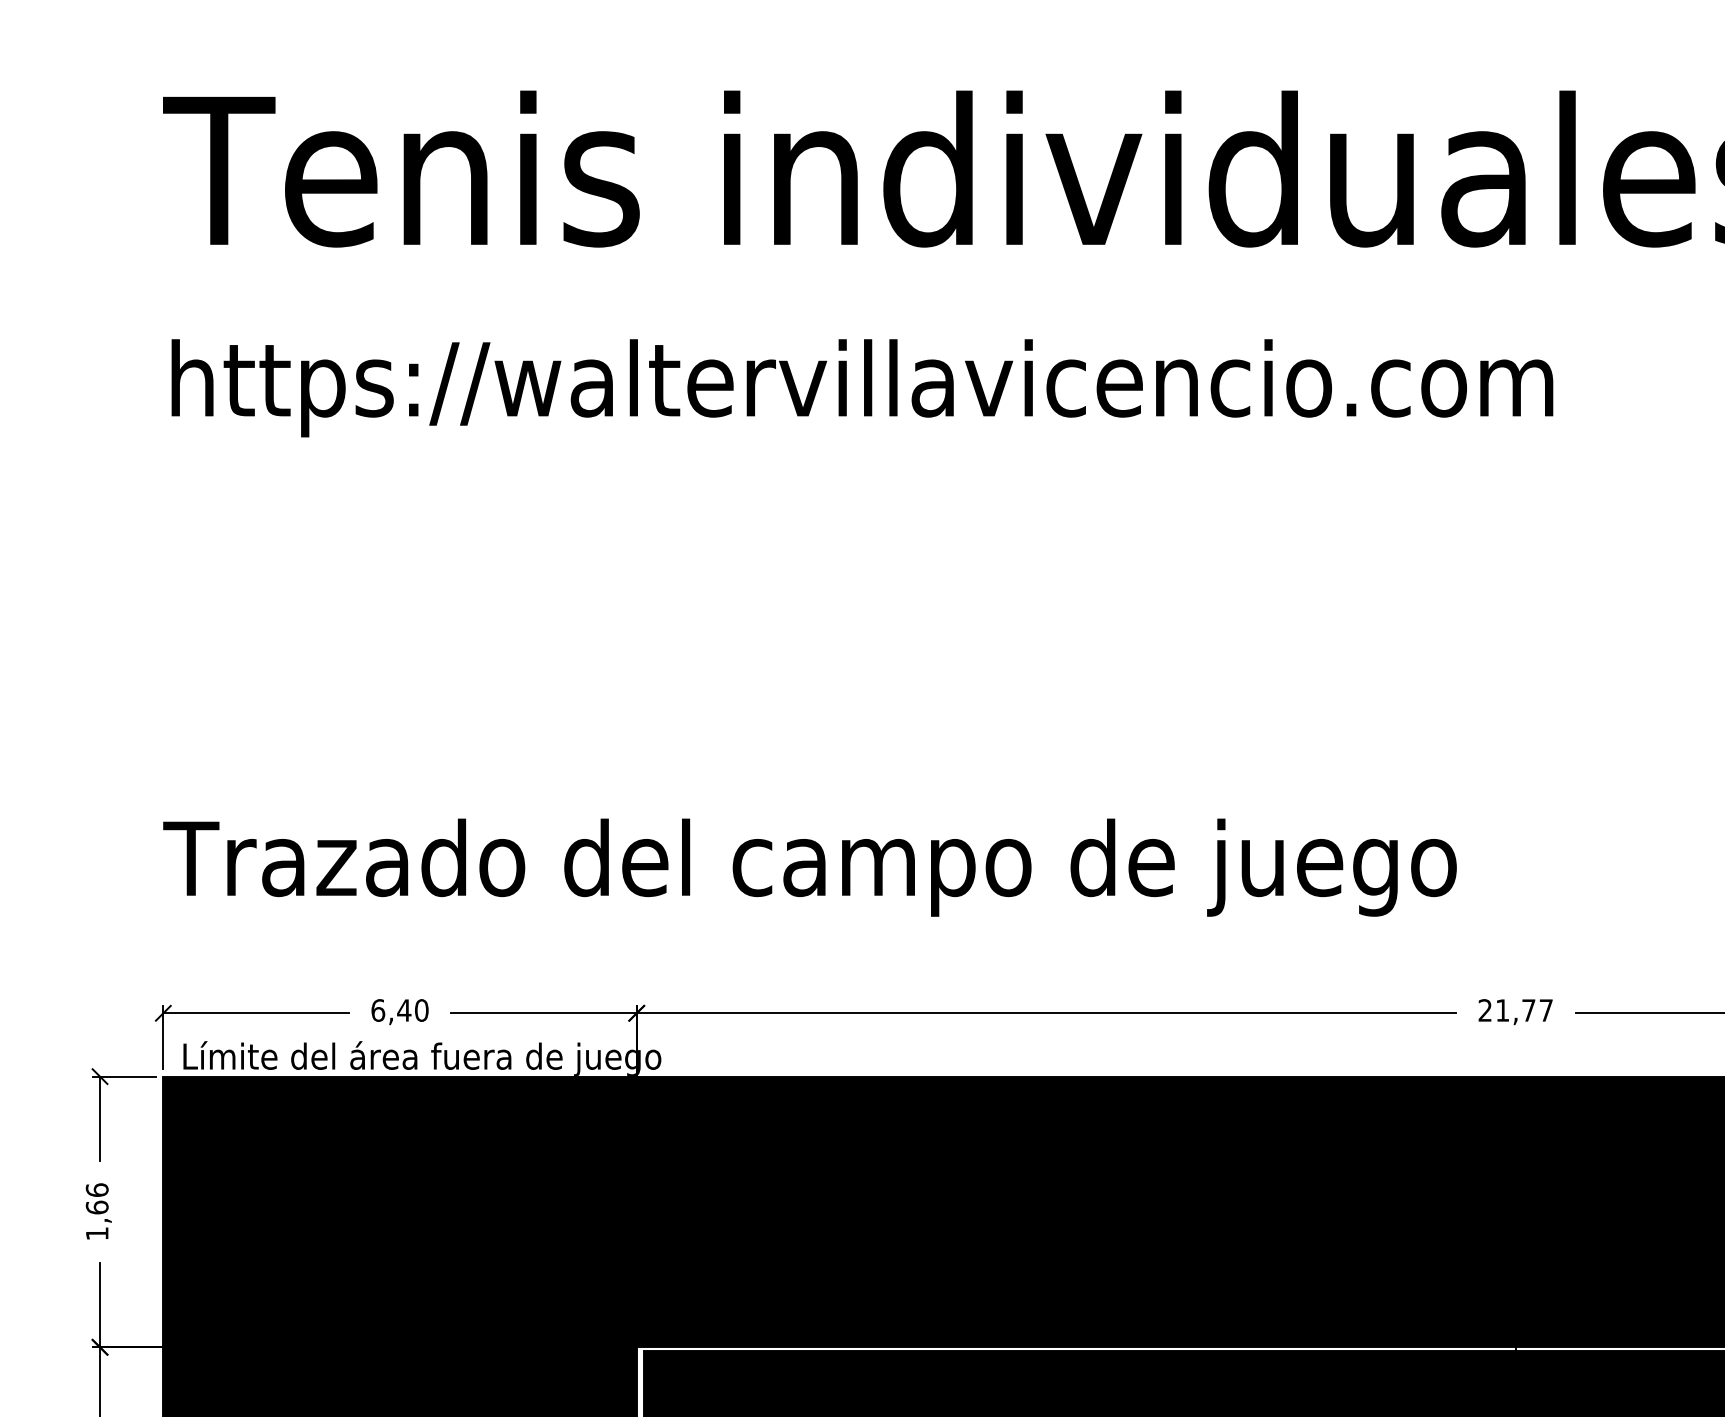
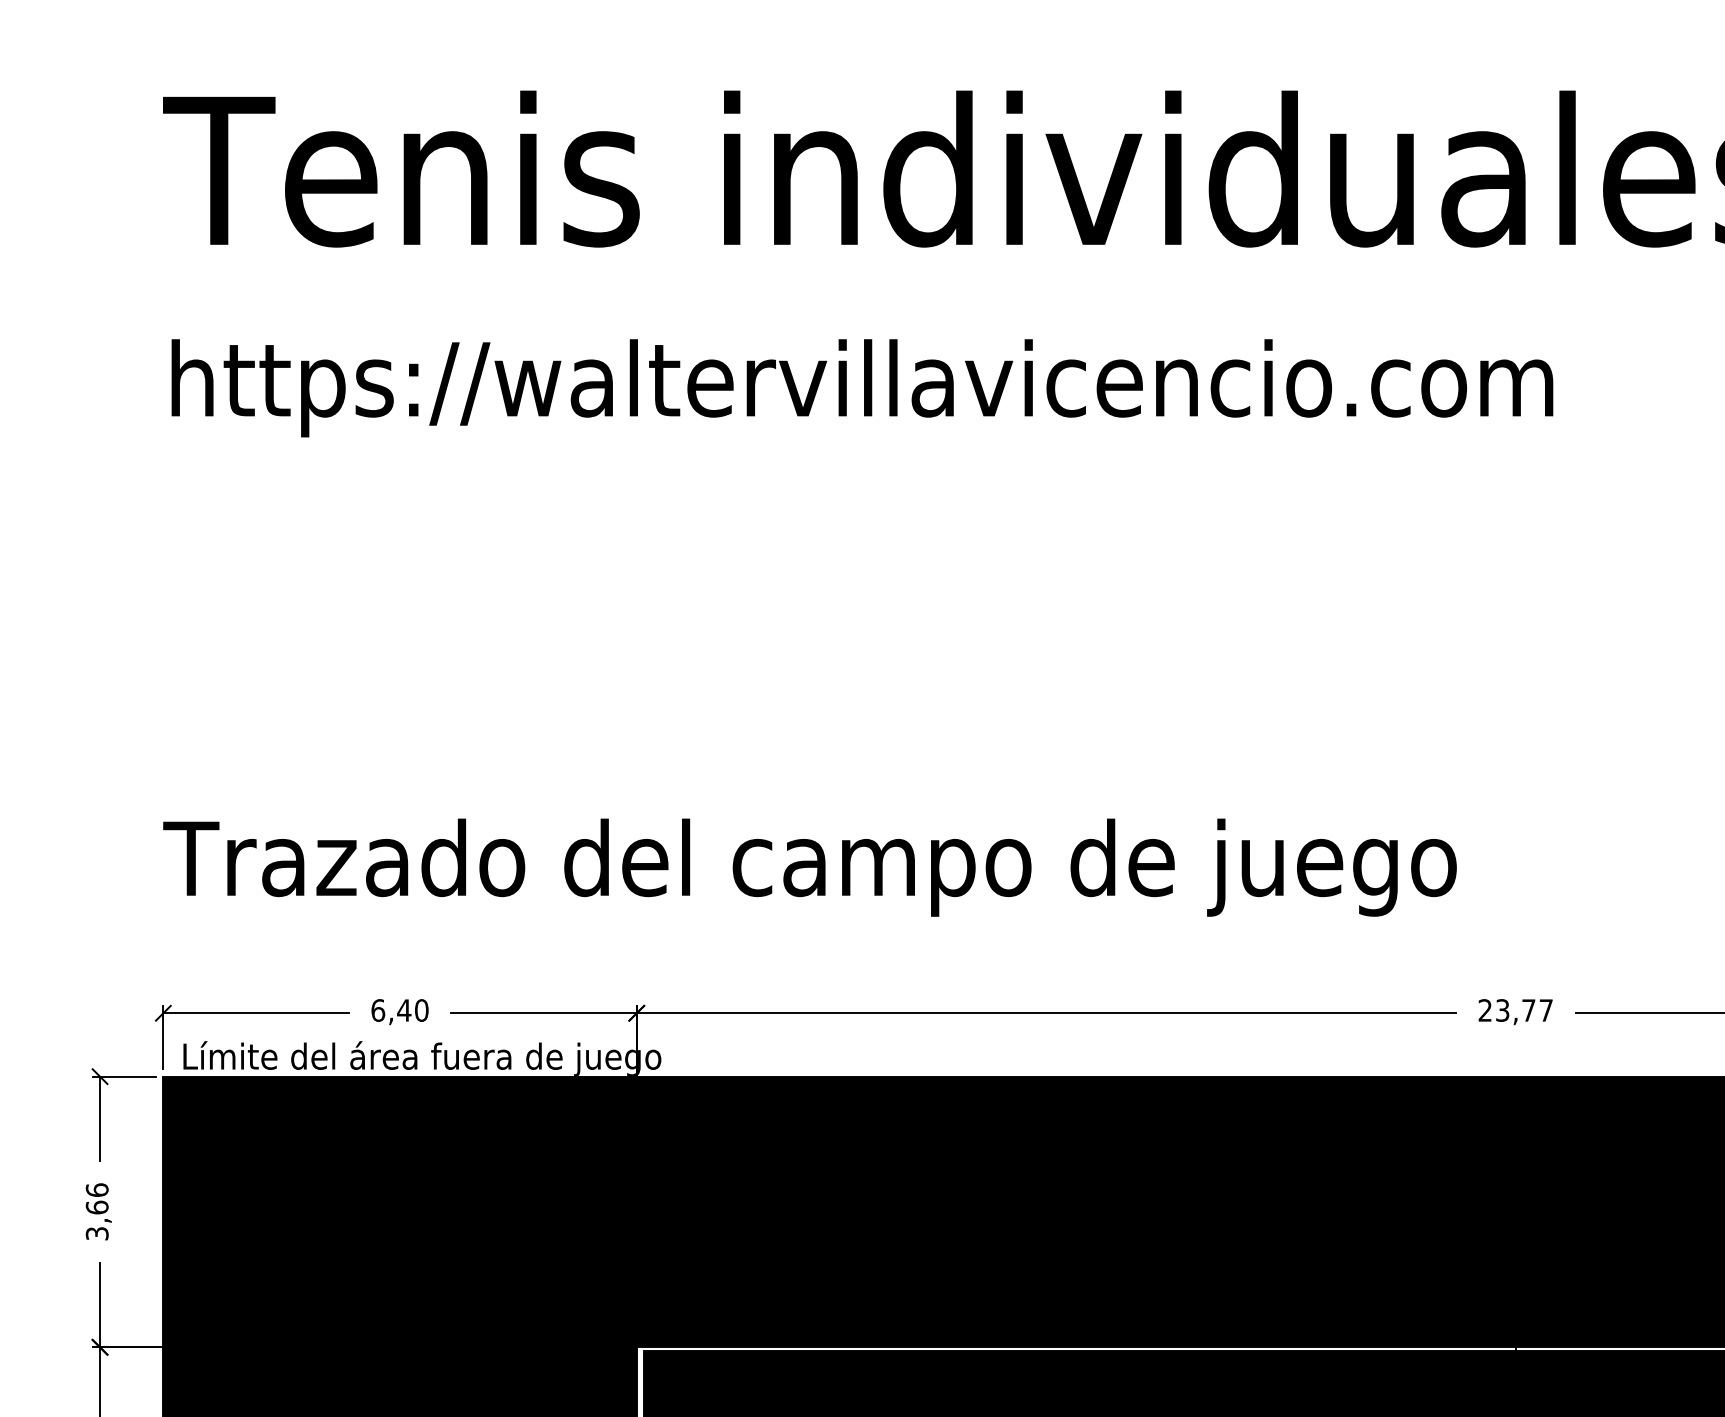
text at (1502, 1010): 21,77 -> 23,77
text at (96, 1233): 1,66 -> 3,66
